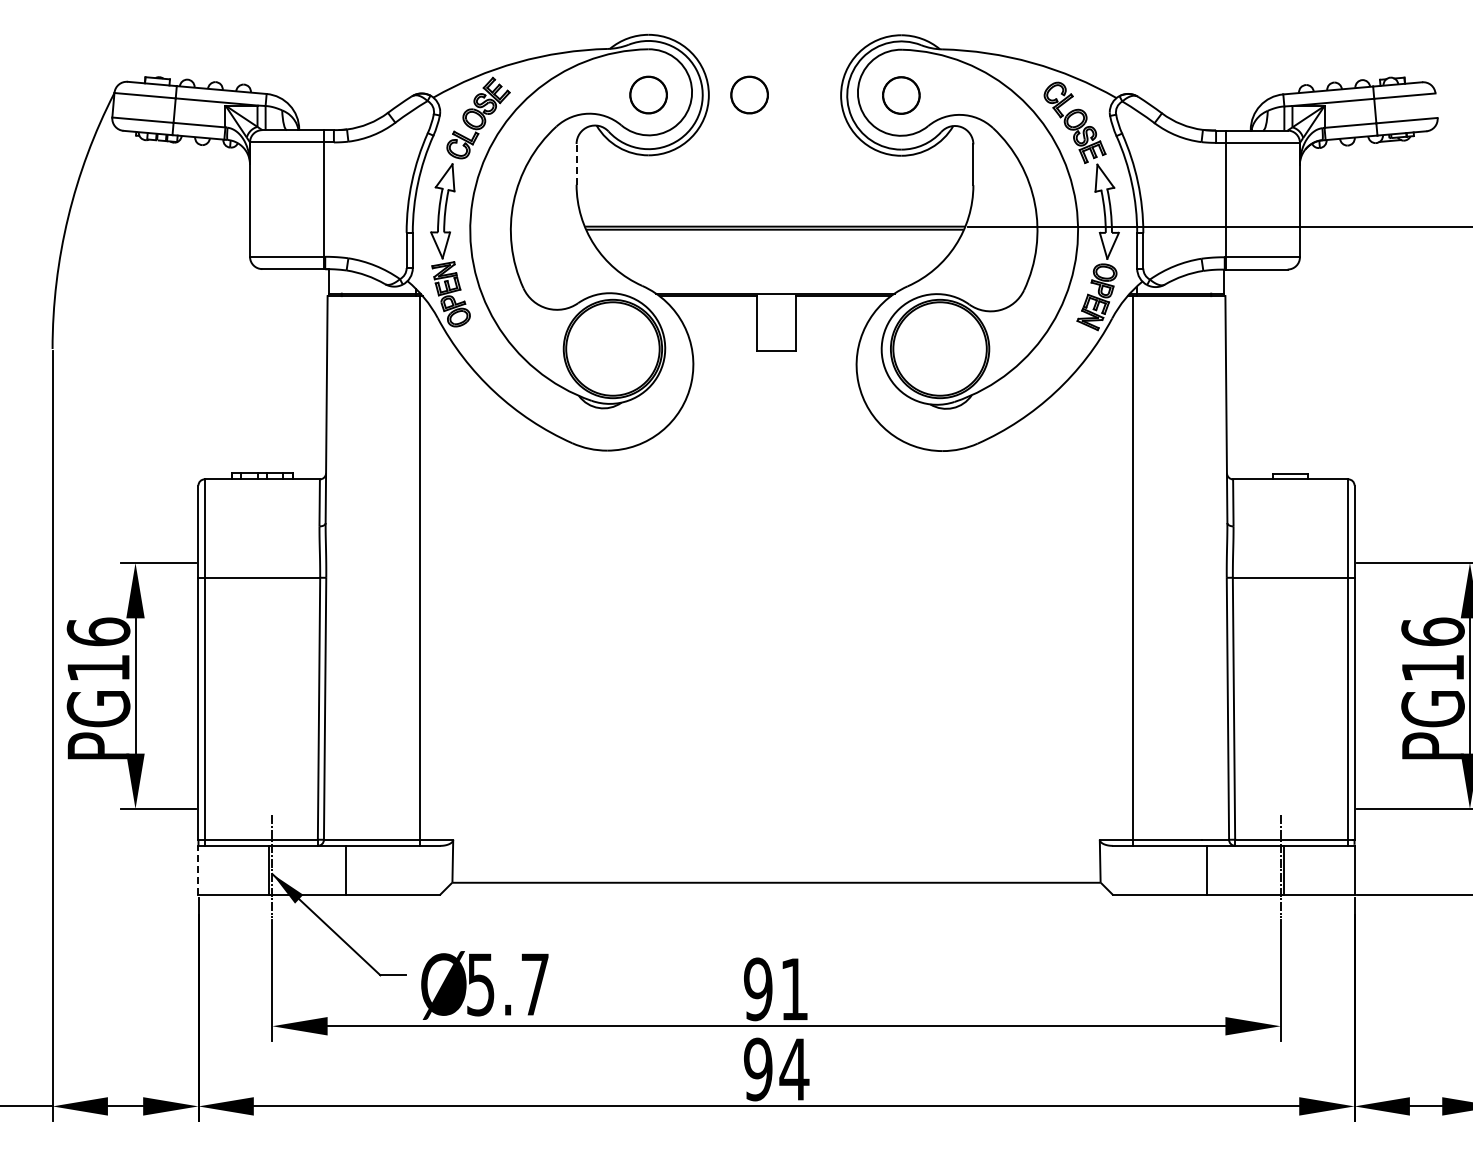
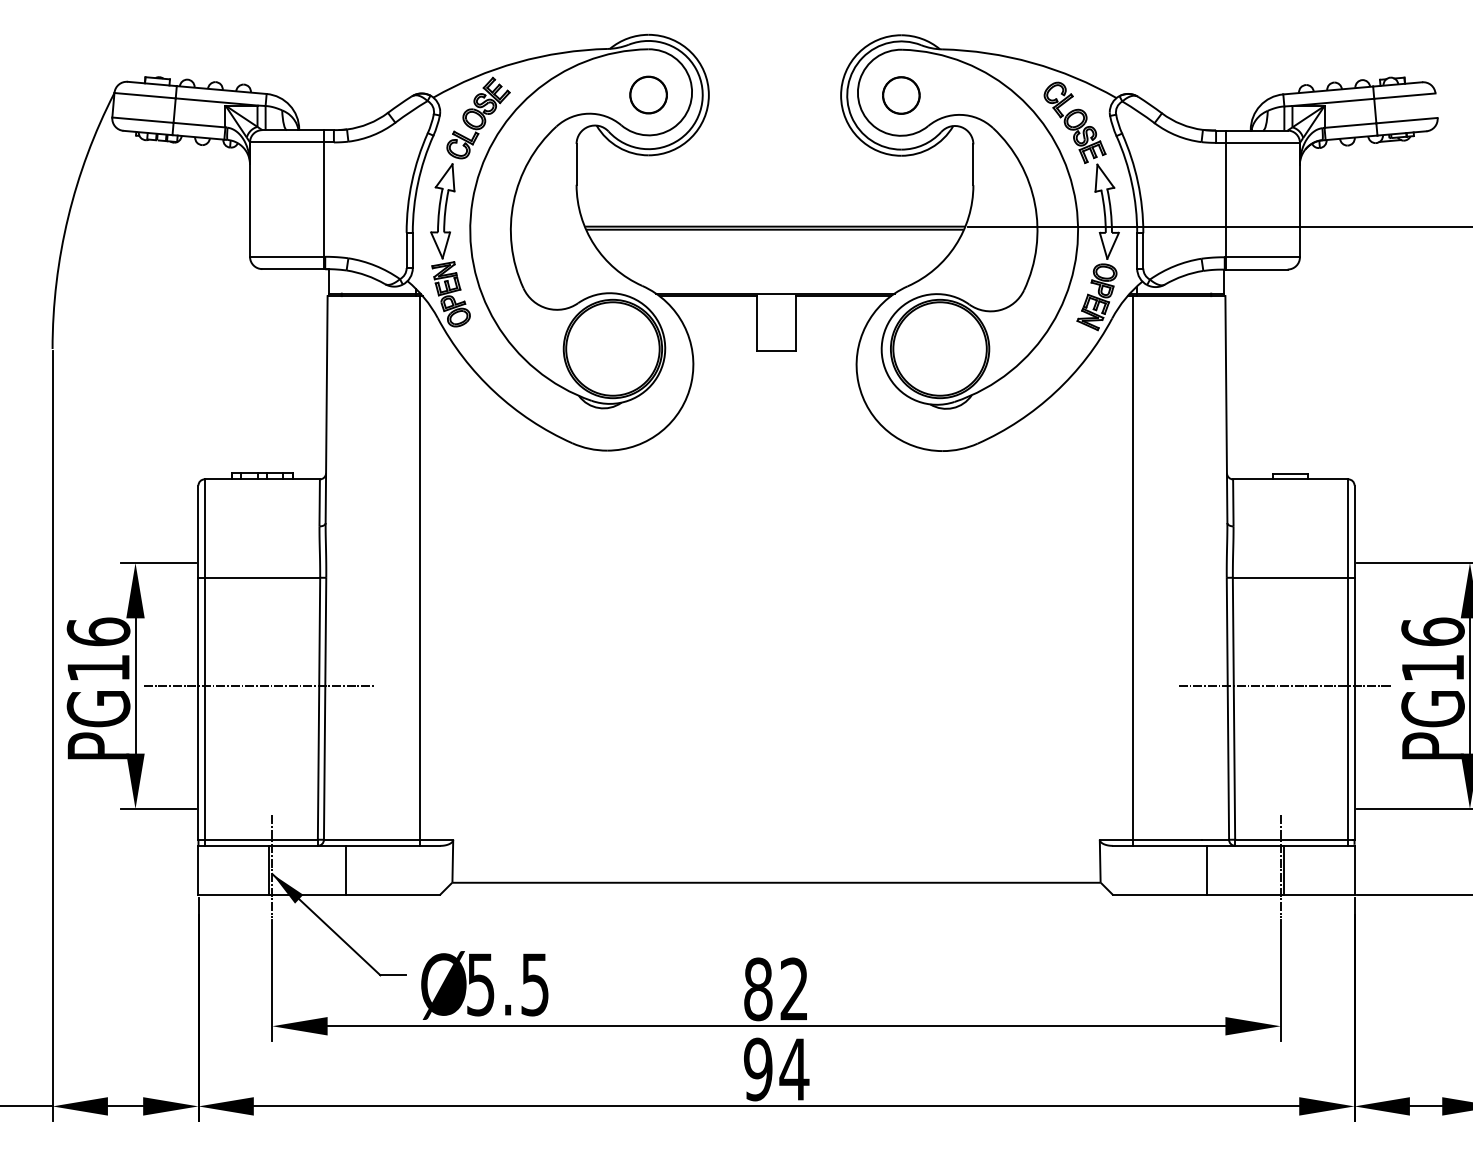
part at (749, 94): present -> none
line at (576, 163): dashed -> solid
line at (258, 686): none -> present
line at (1284, 686): none -> present
line at (198, 870): dashed -> solid
text at (534, 984): 5.7 -> 5.5
text at (775, 989): 91 -> 82
